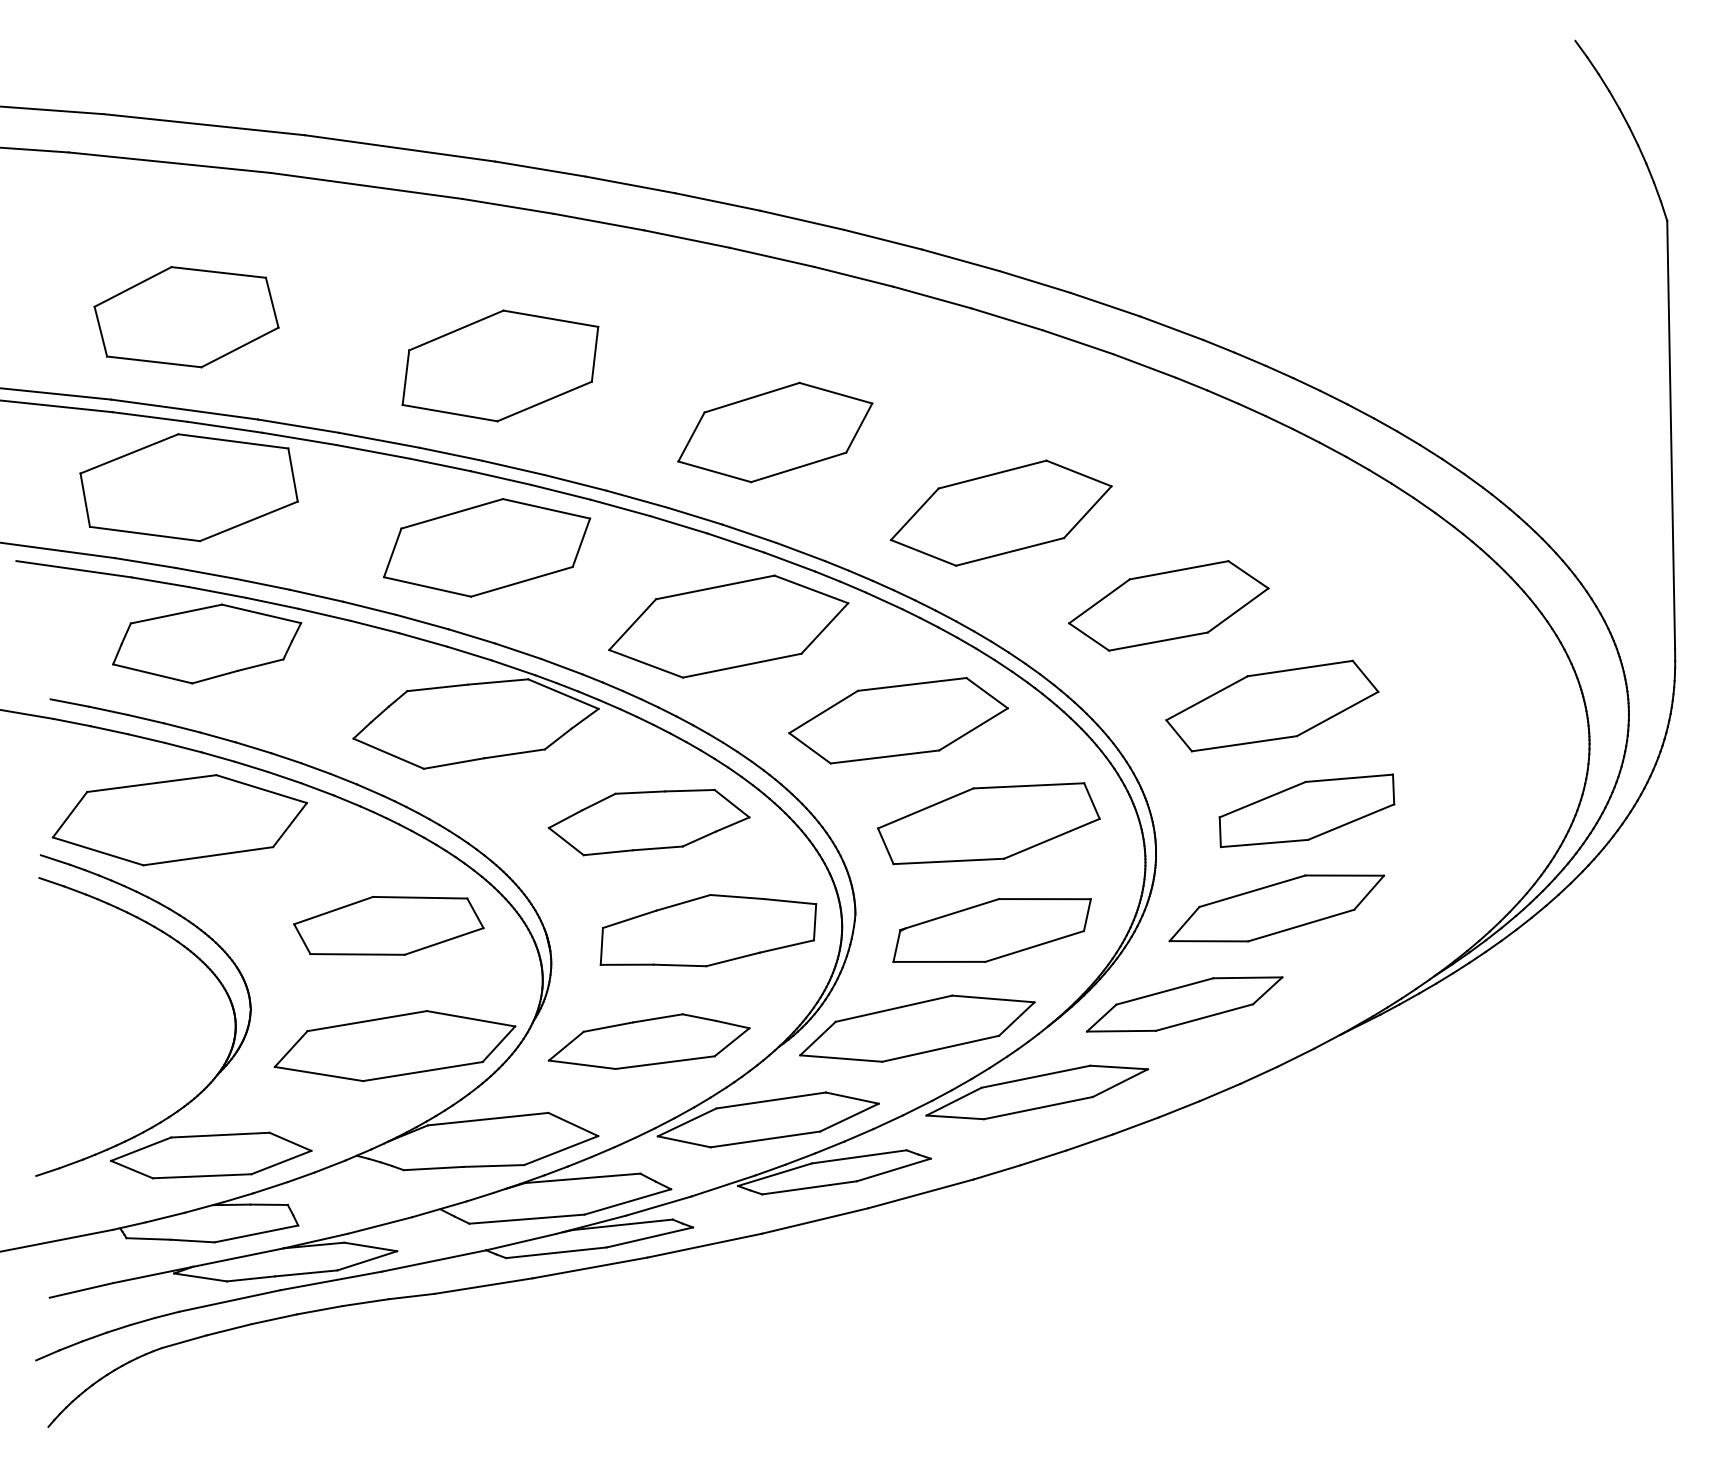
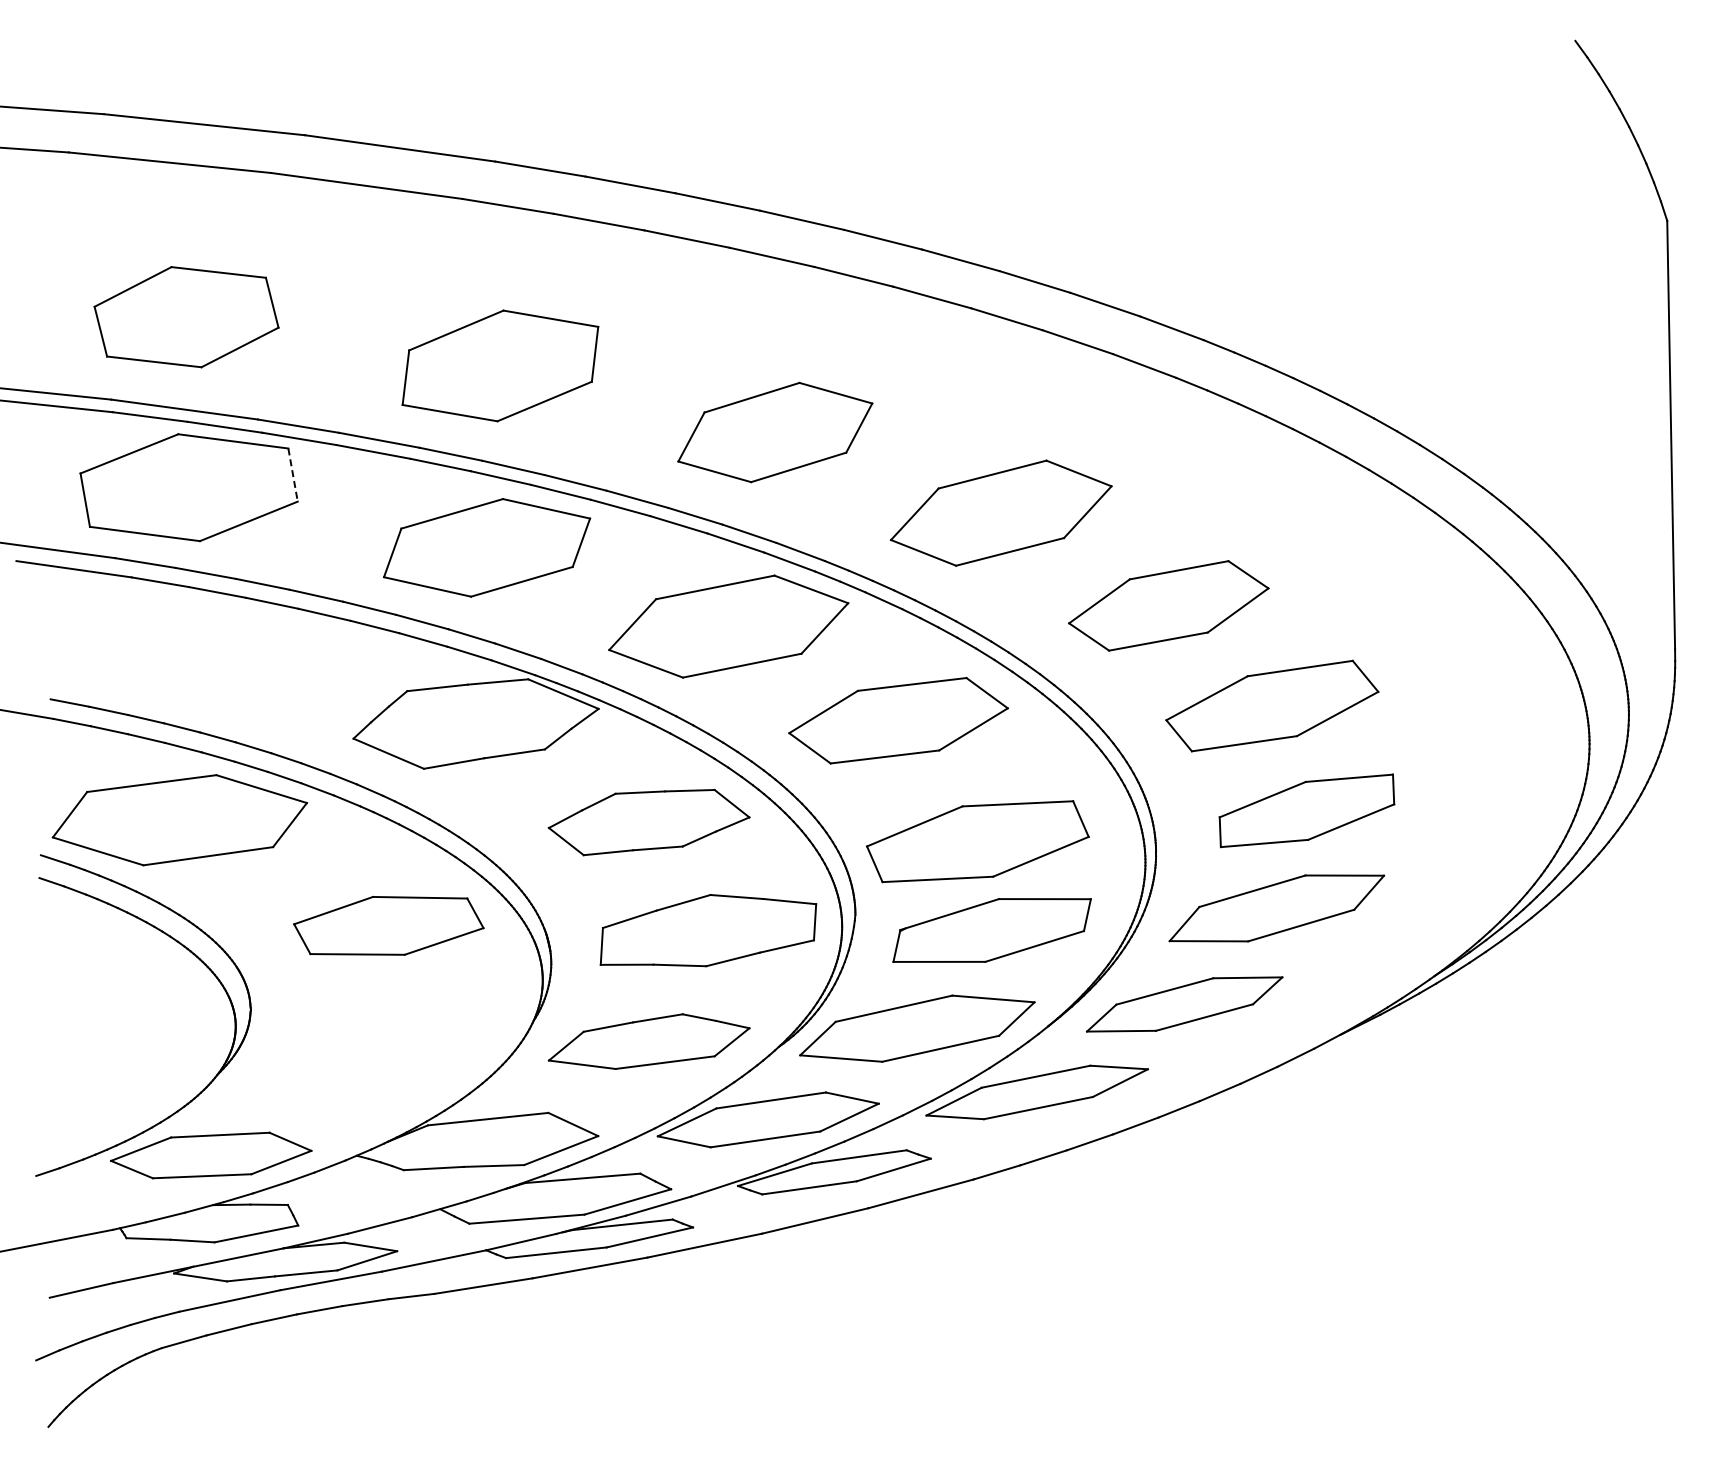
line at (293, 475): solid -> dashed
part at (207, 643): present -> none
part at (988, 823) position: (988, 823) -> (977, 841)
part at (394, 1045): present -> none
